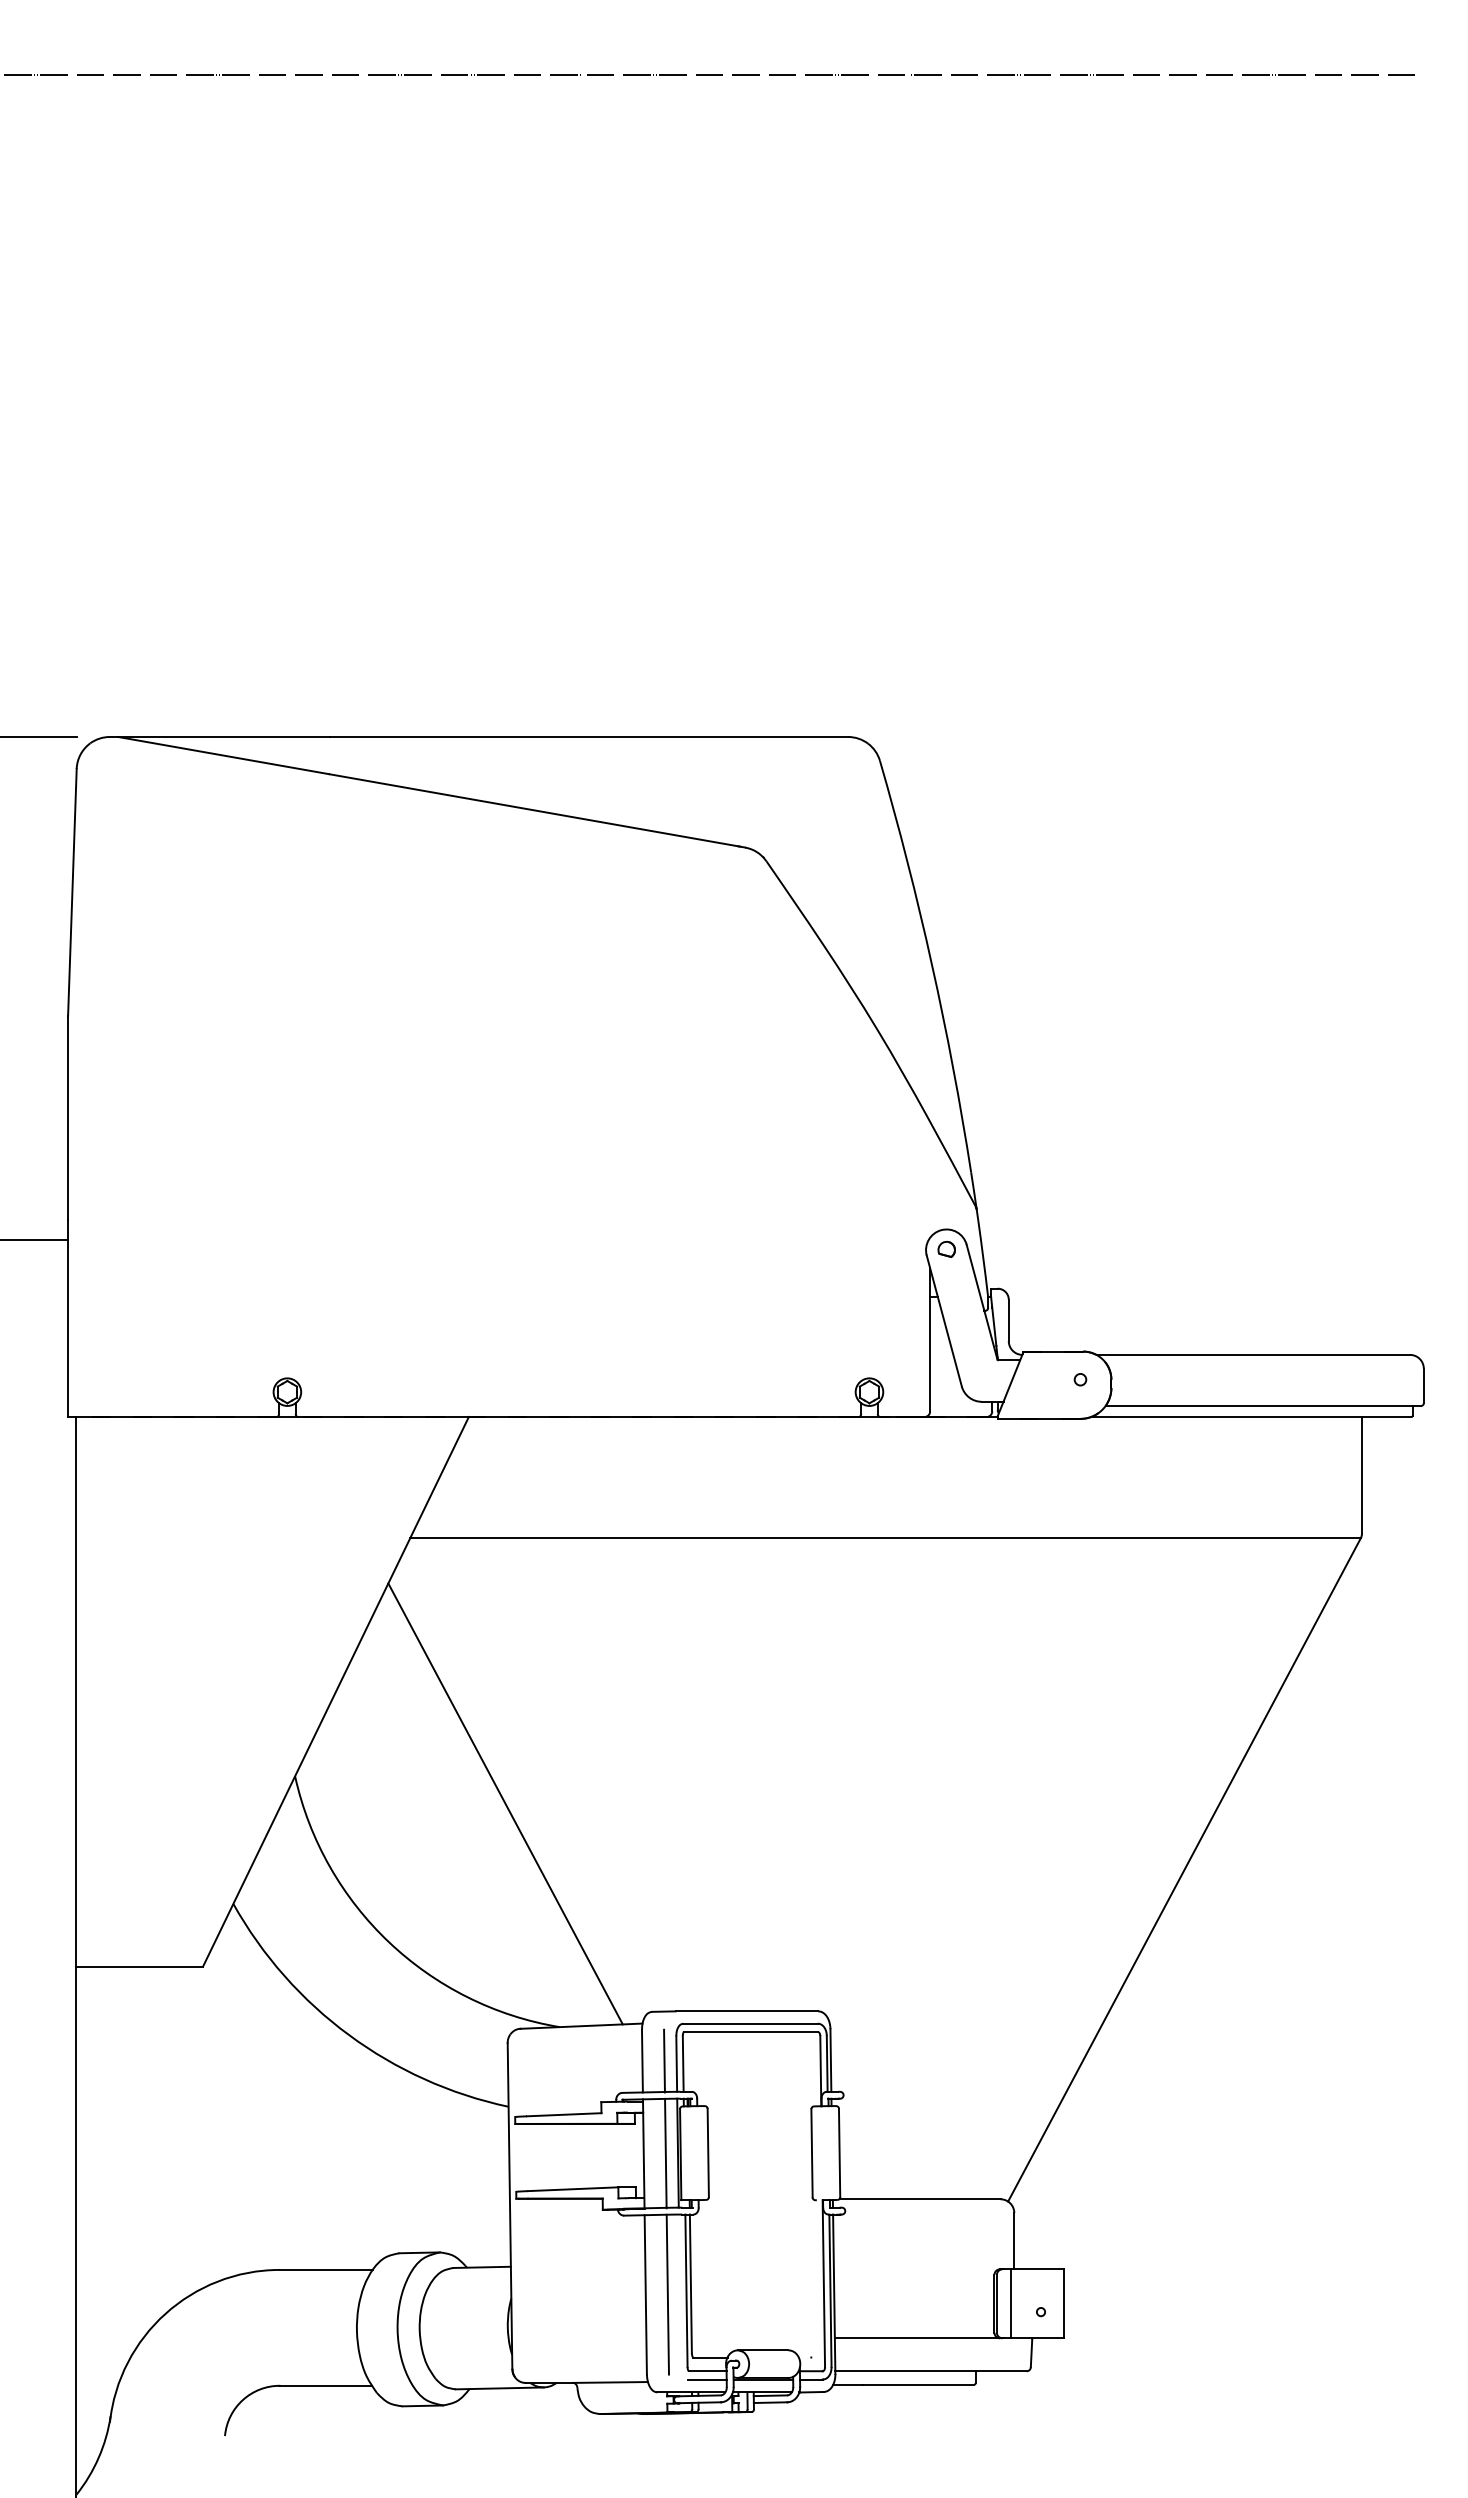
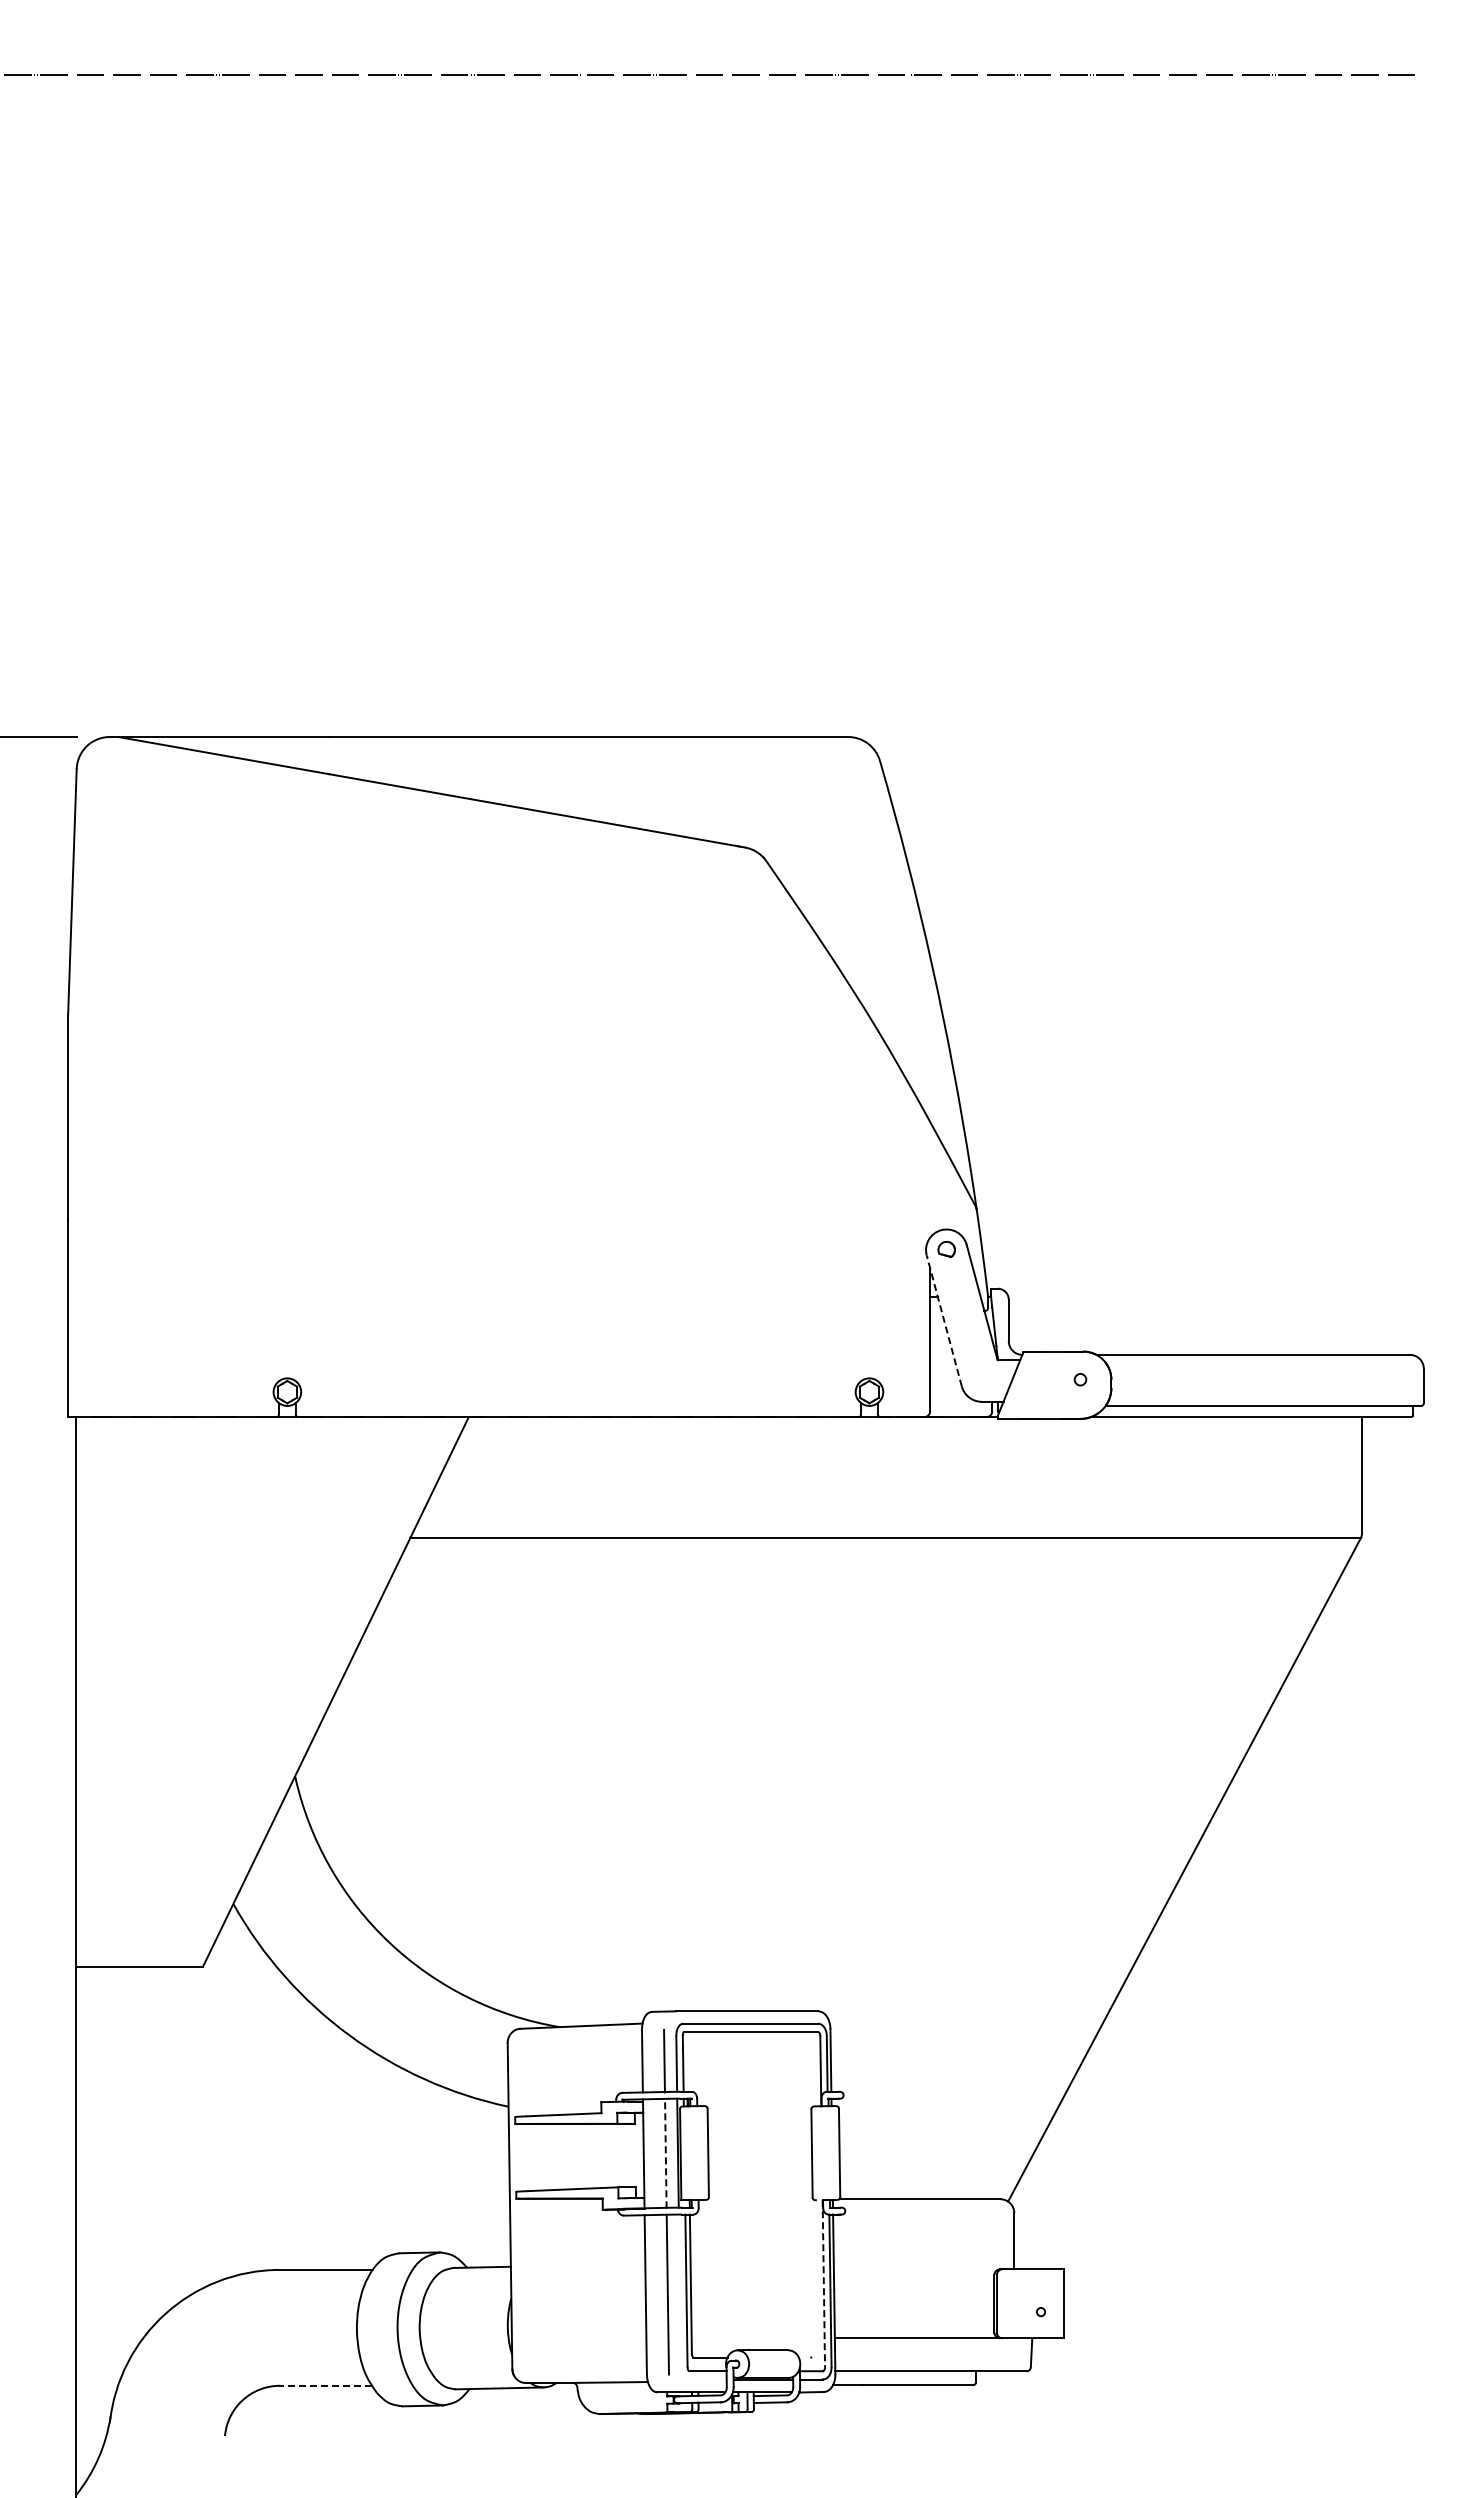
line at (35, 1240): present -> none
line at (944, 1320): solid -> dashed
line at (505, 1803): present -> none
line at (665, 2153): solid -> dashed
line at (823, 2284): solid -> dashed
line at (1010, 2303): present -> none
line at (707, 2379): present -> none
line at (325, 2385): solid -> dashed
